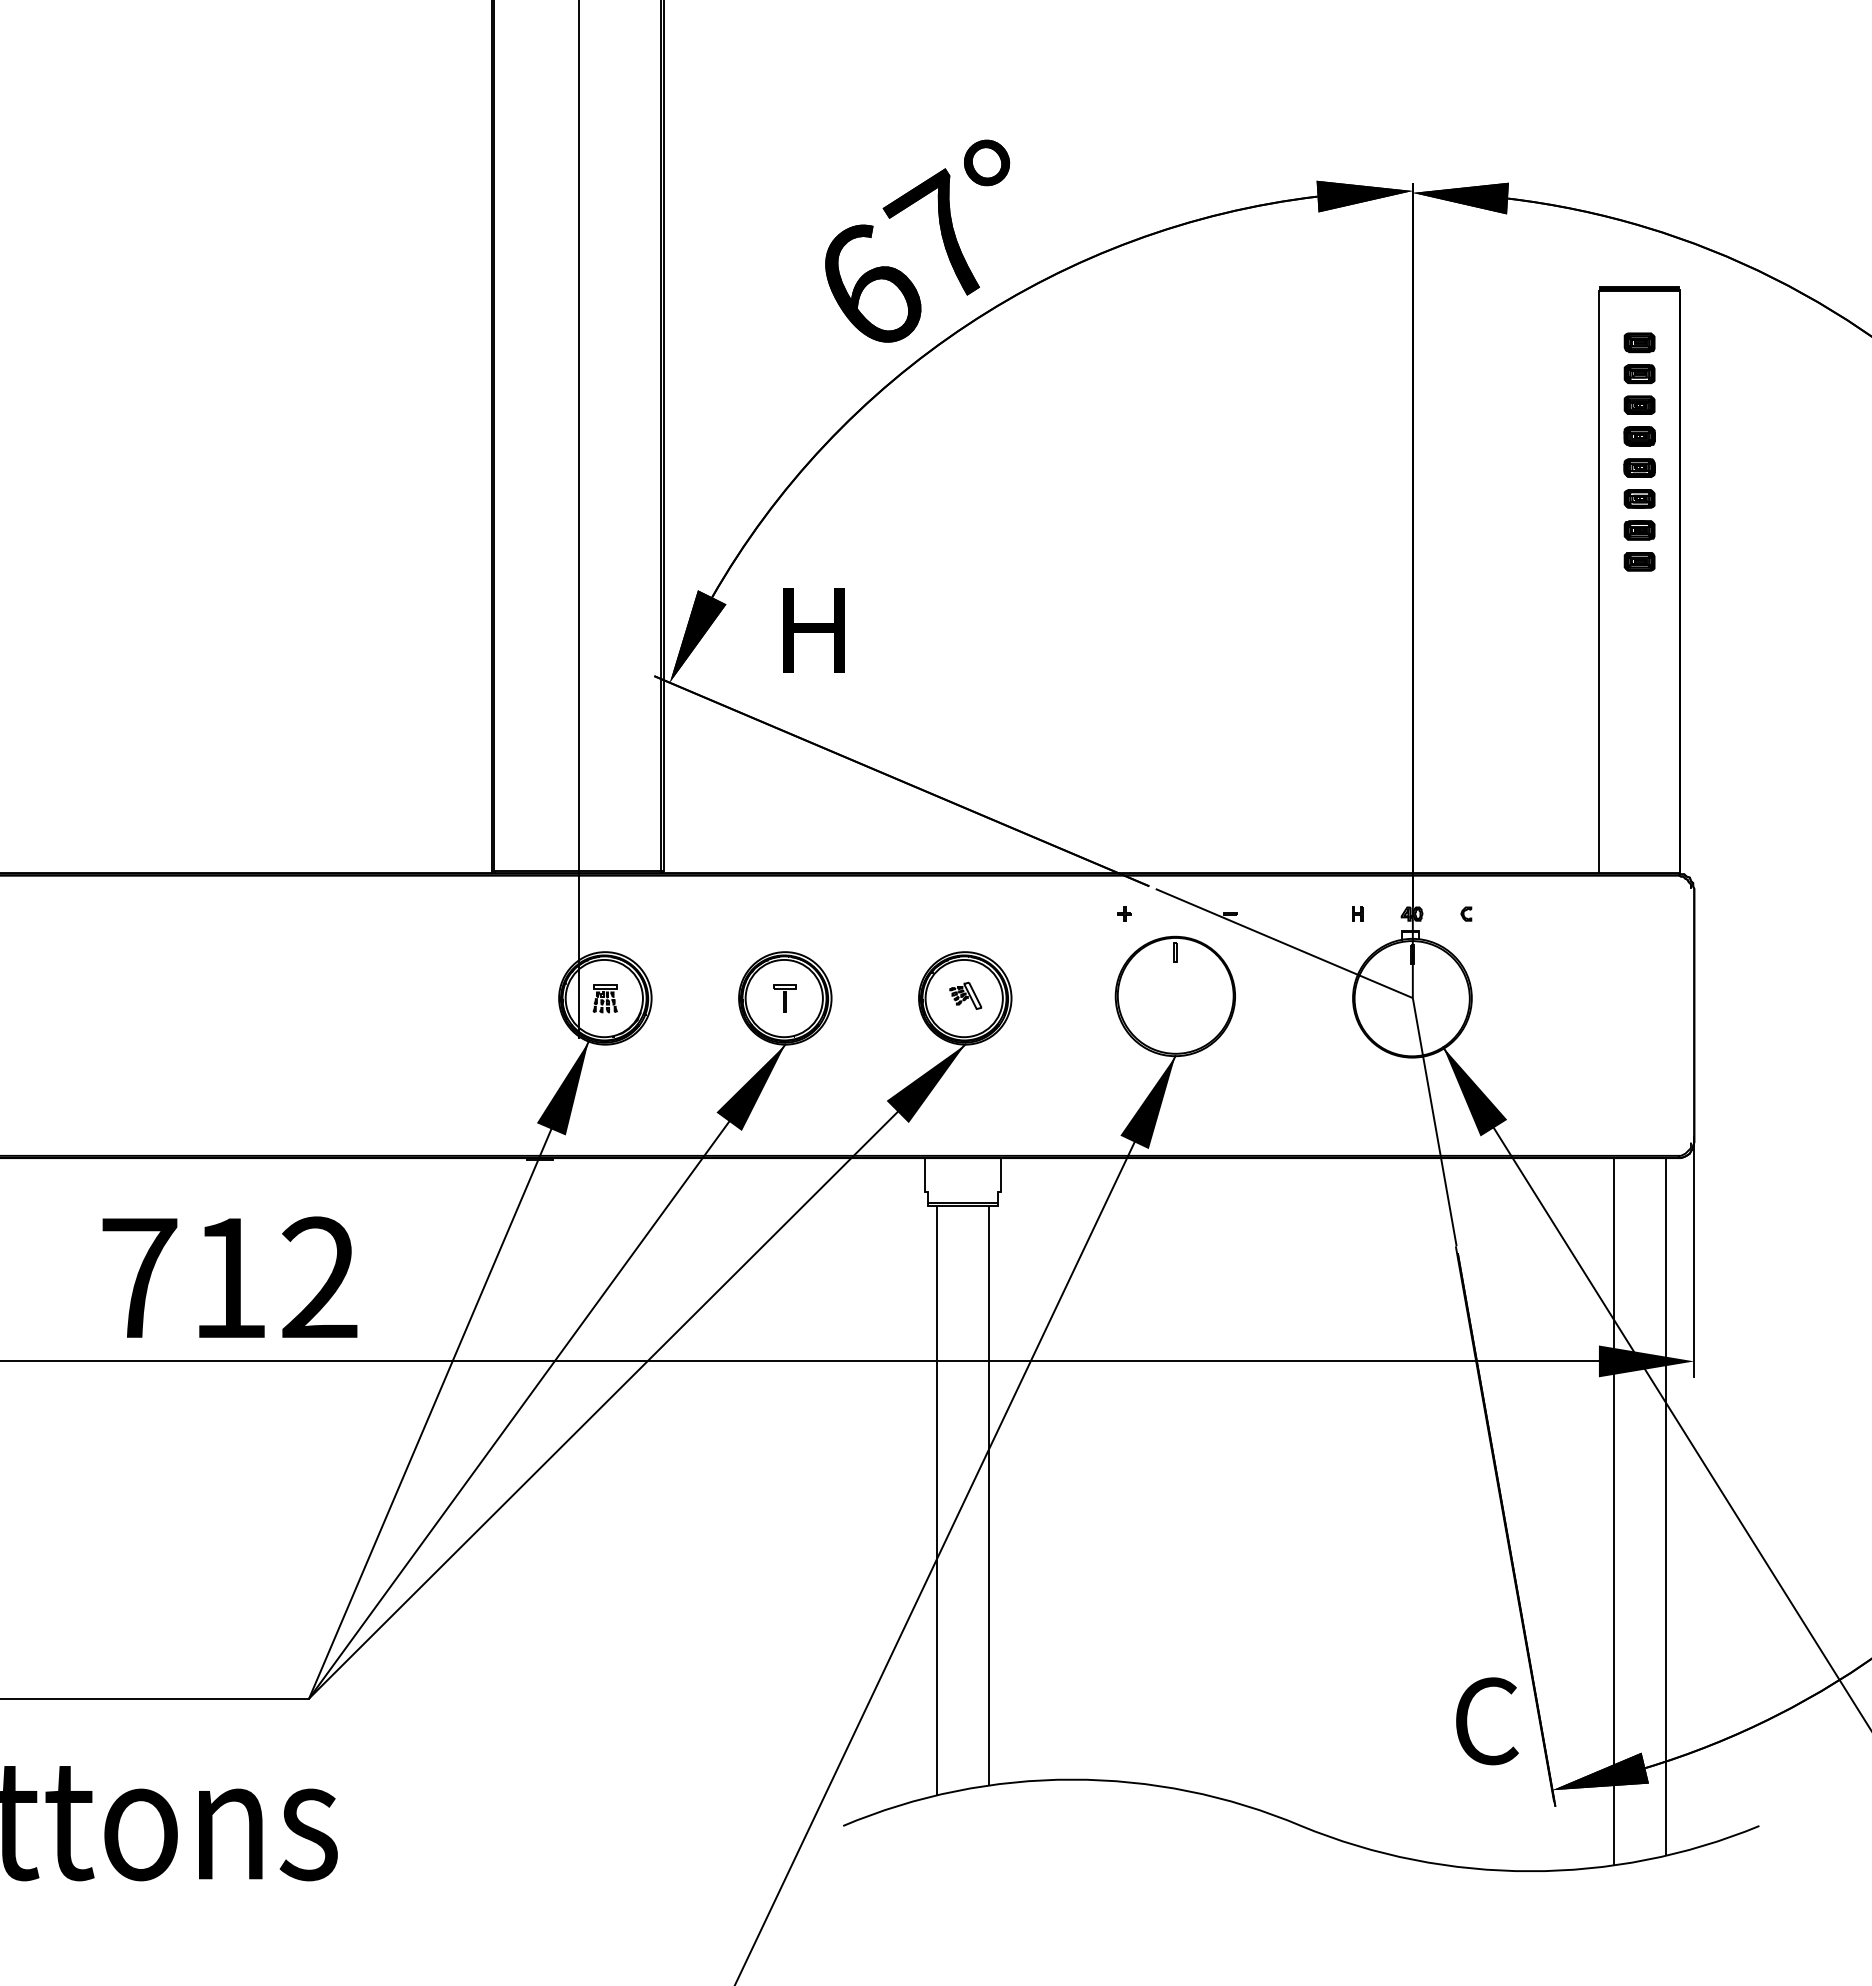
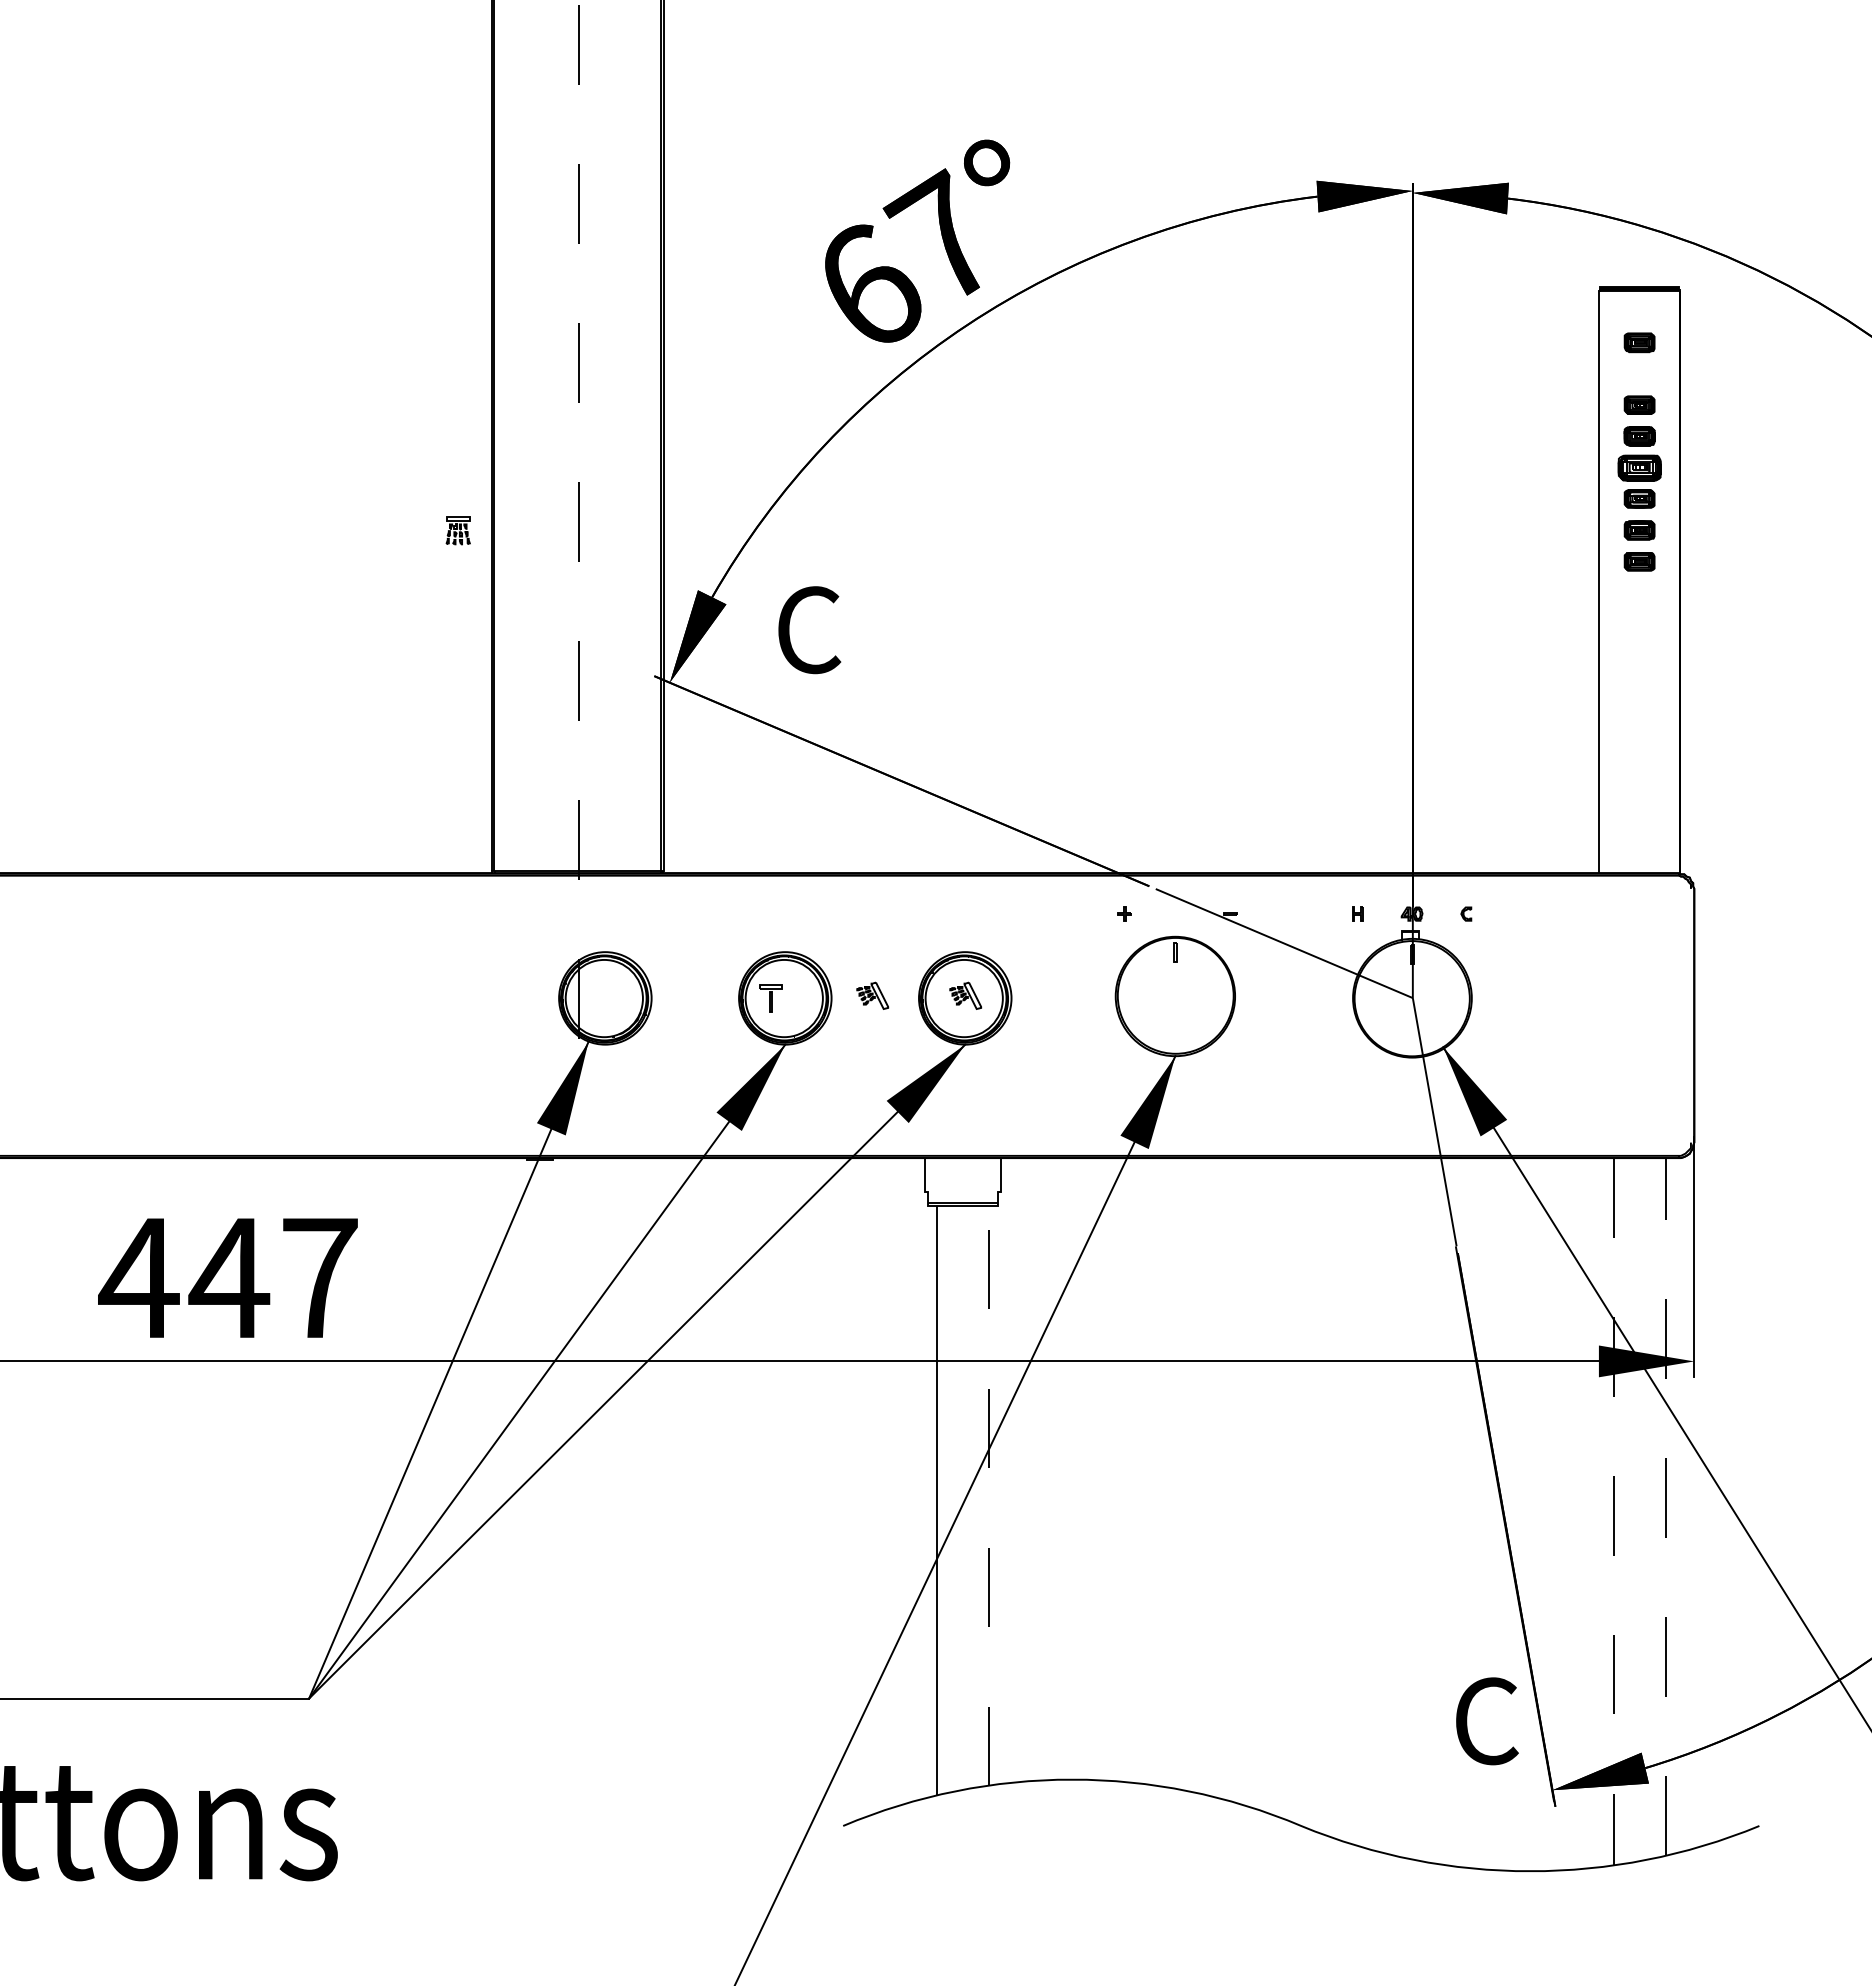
part at (1639, 374): present -> none
part at (1639, 467) size: 33x20 px -> 45x28 px
line at (578, 519): solid -> dashed
text at (811, 630): H -> C
part at (872, 995): none -> present
part at (604, 998) position: (604, 998) -> (457, 530)
part at (784, 998) position: (784, 998) -> (770, 998)
text at (227, 1276): 712 -> 447
line at (988, 1495): solid -> dashed
line at (1665, 1506): solid -> dashed
line at (1613, 1511): solid -> dashed
